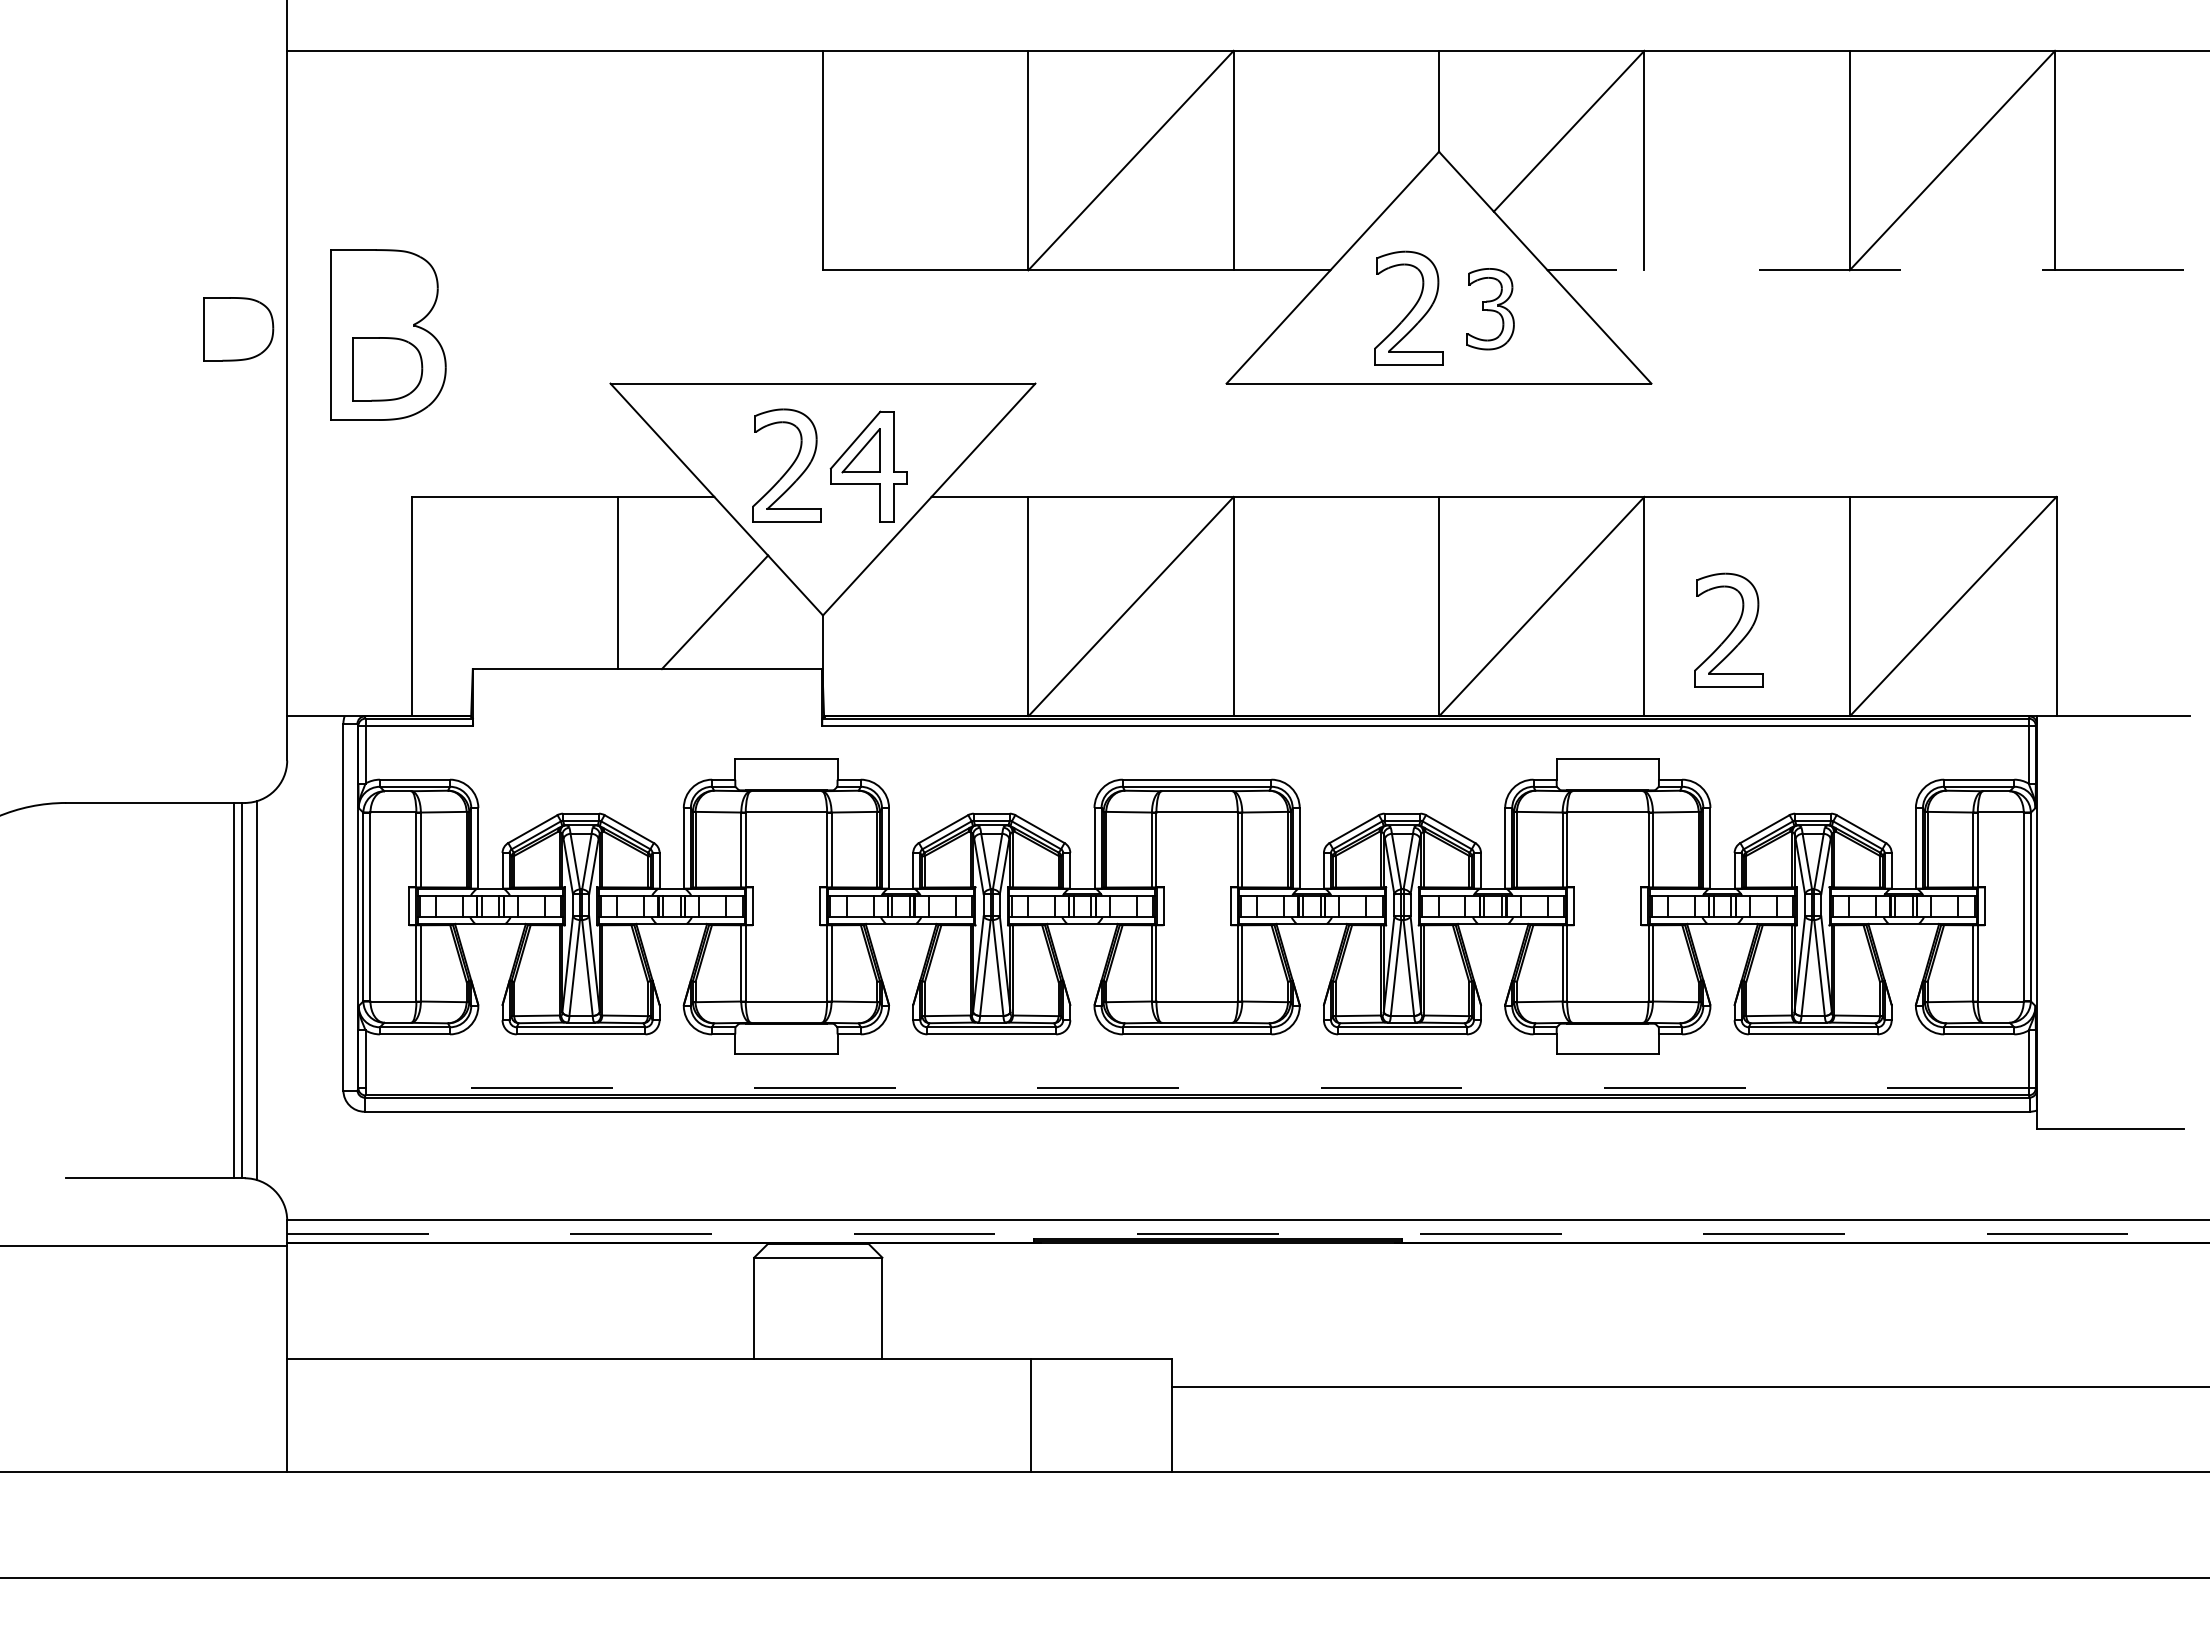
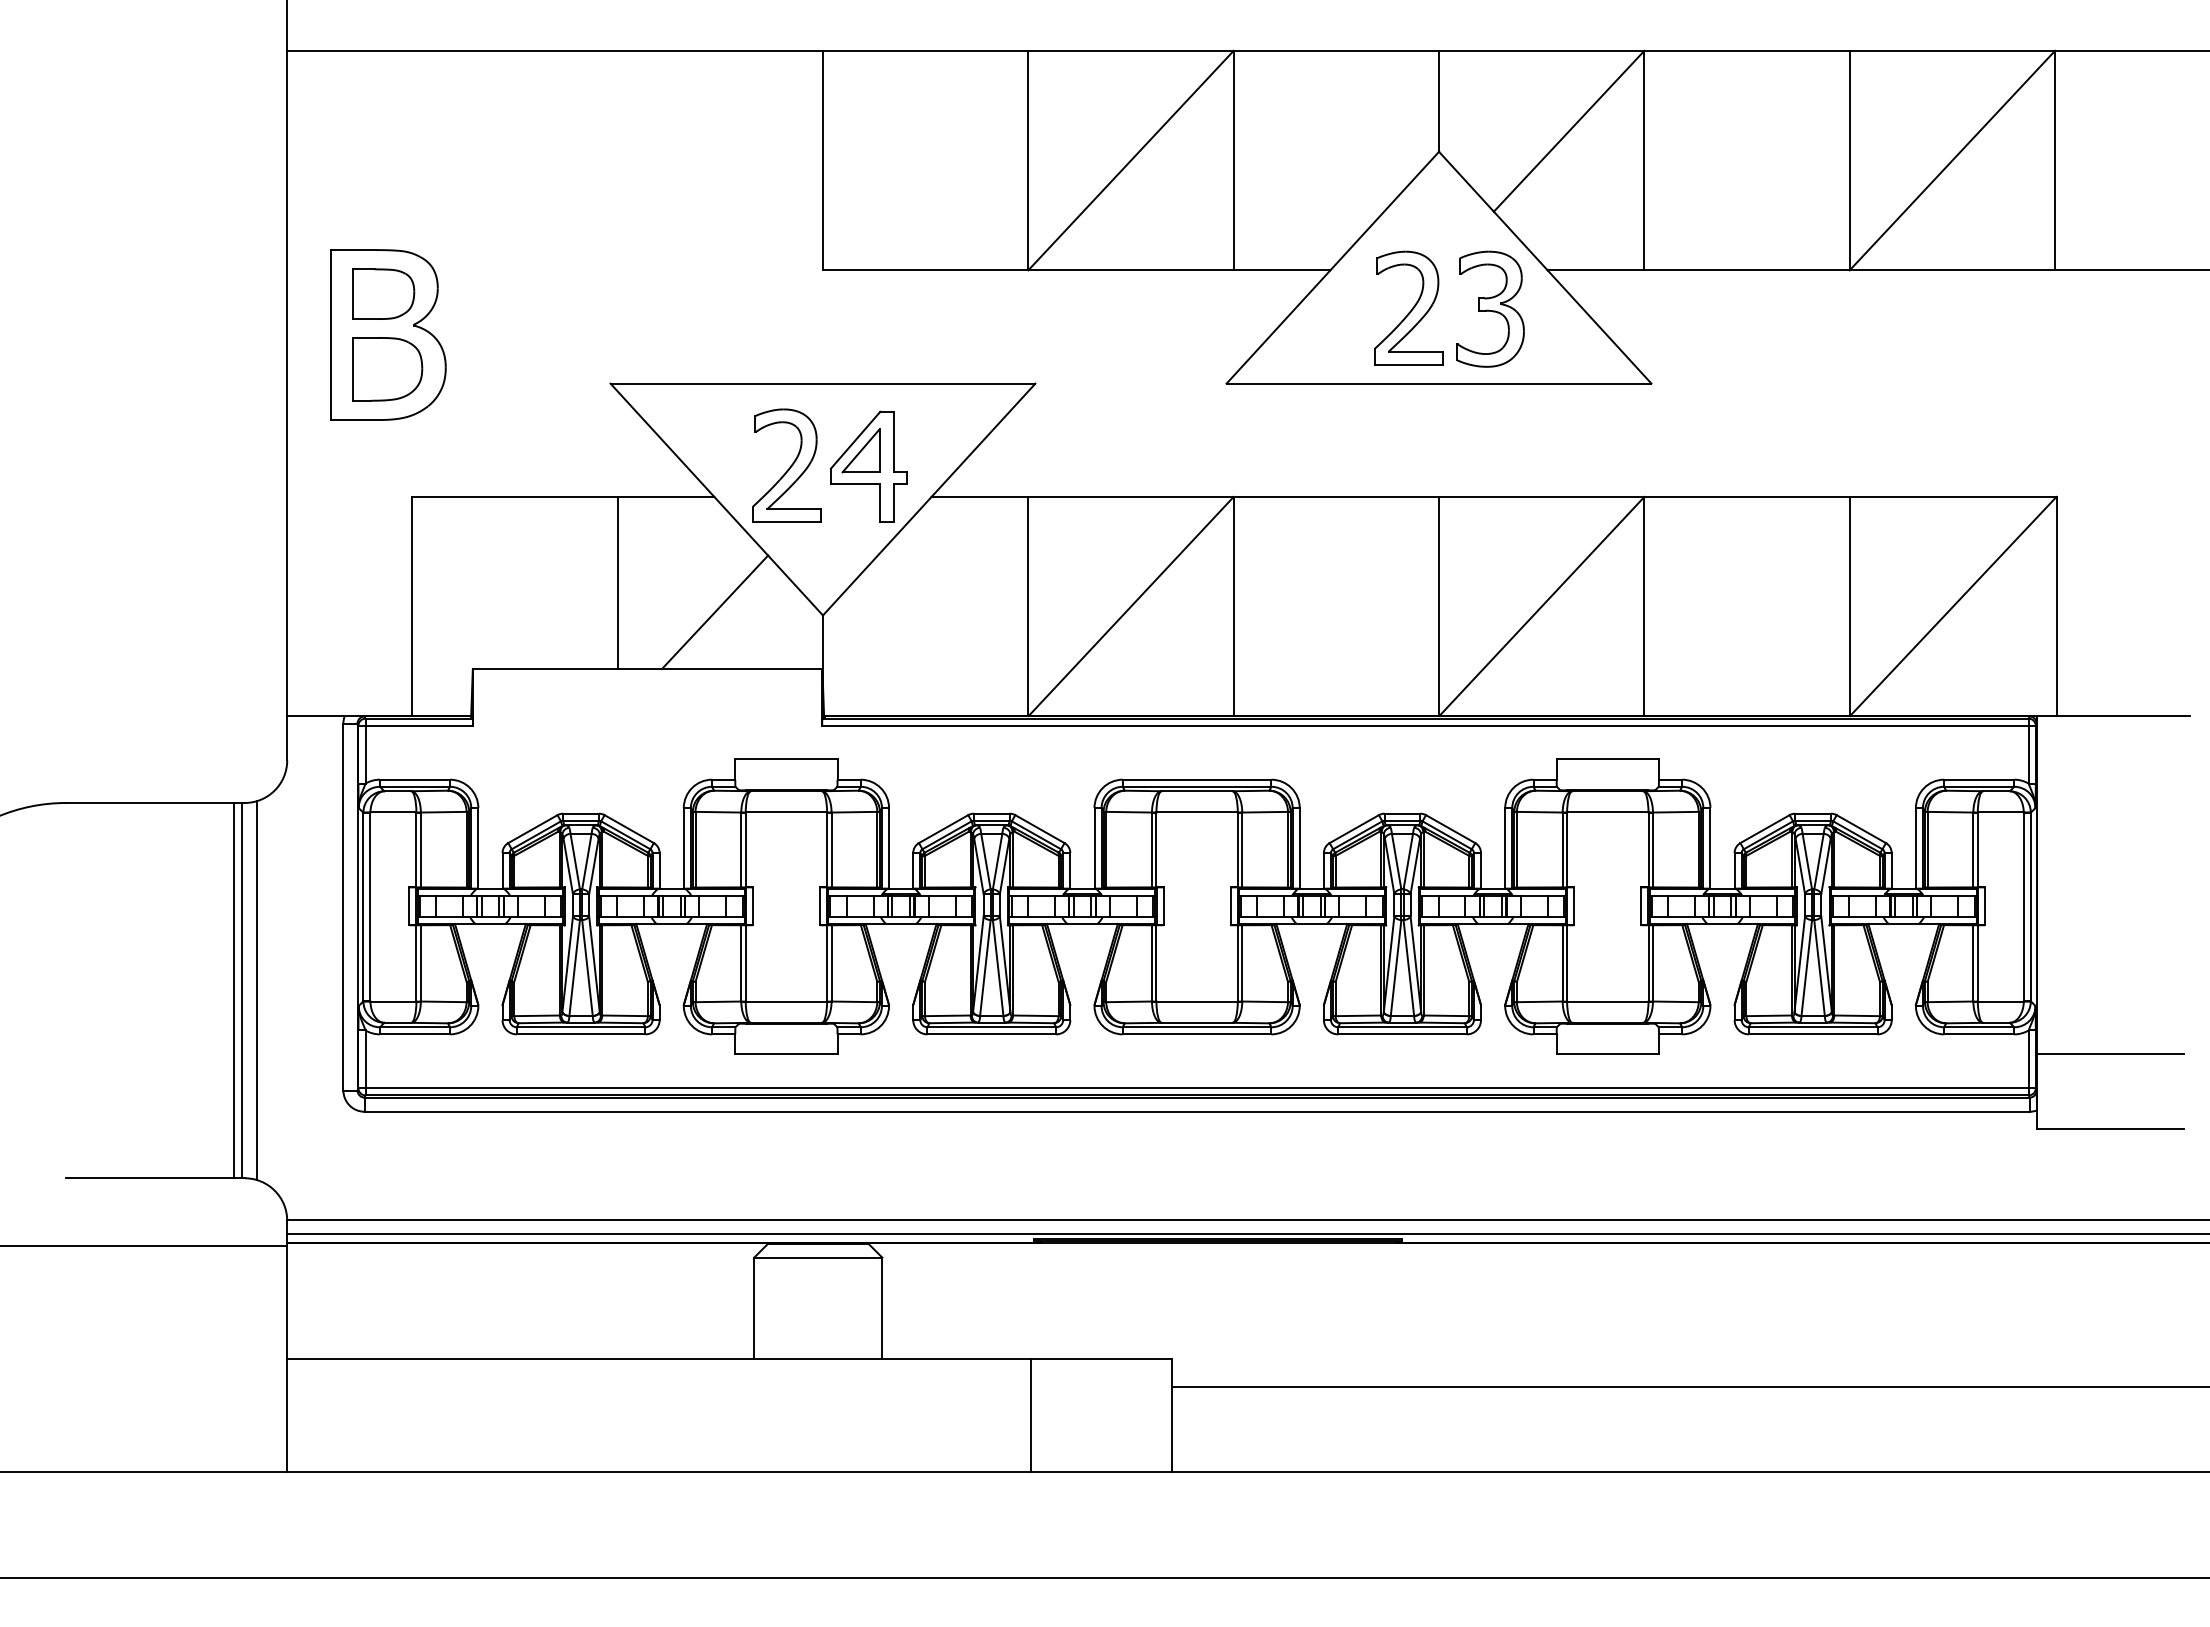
line at (1878, 270): dashed -> solid
part at (383, 293): none -> present
part at (1490, 309) size: 49x83 px -> 69x118 px
part at (238, 329): present -> none
part at (1728, 629): present -> none
line at (2110, 1054): none -> present
line at (1197, 1088): dashed -> solid
line at (1248, 1234): dashed -> solid
